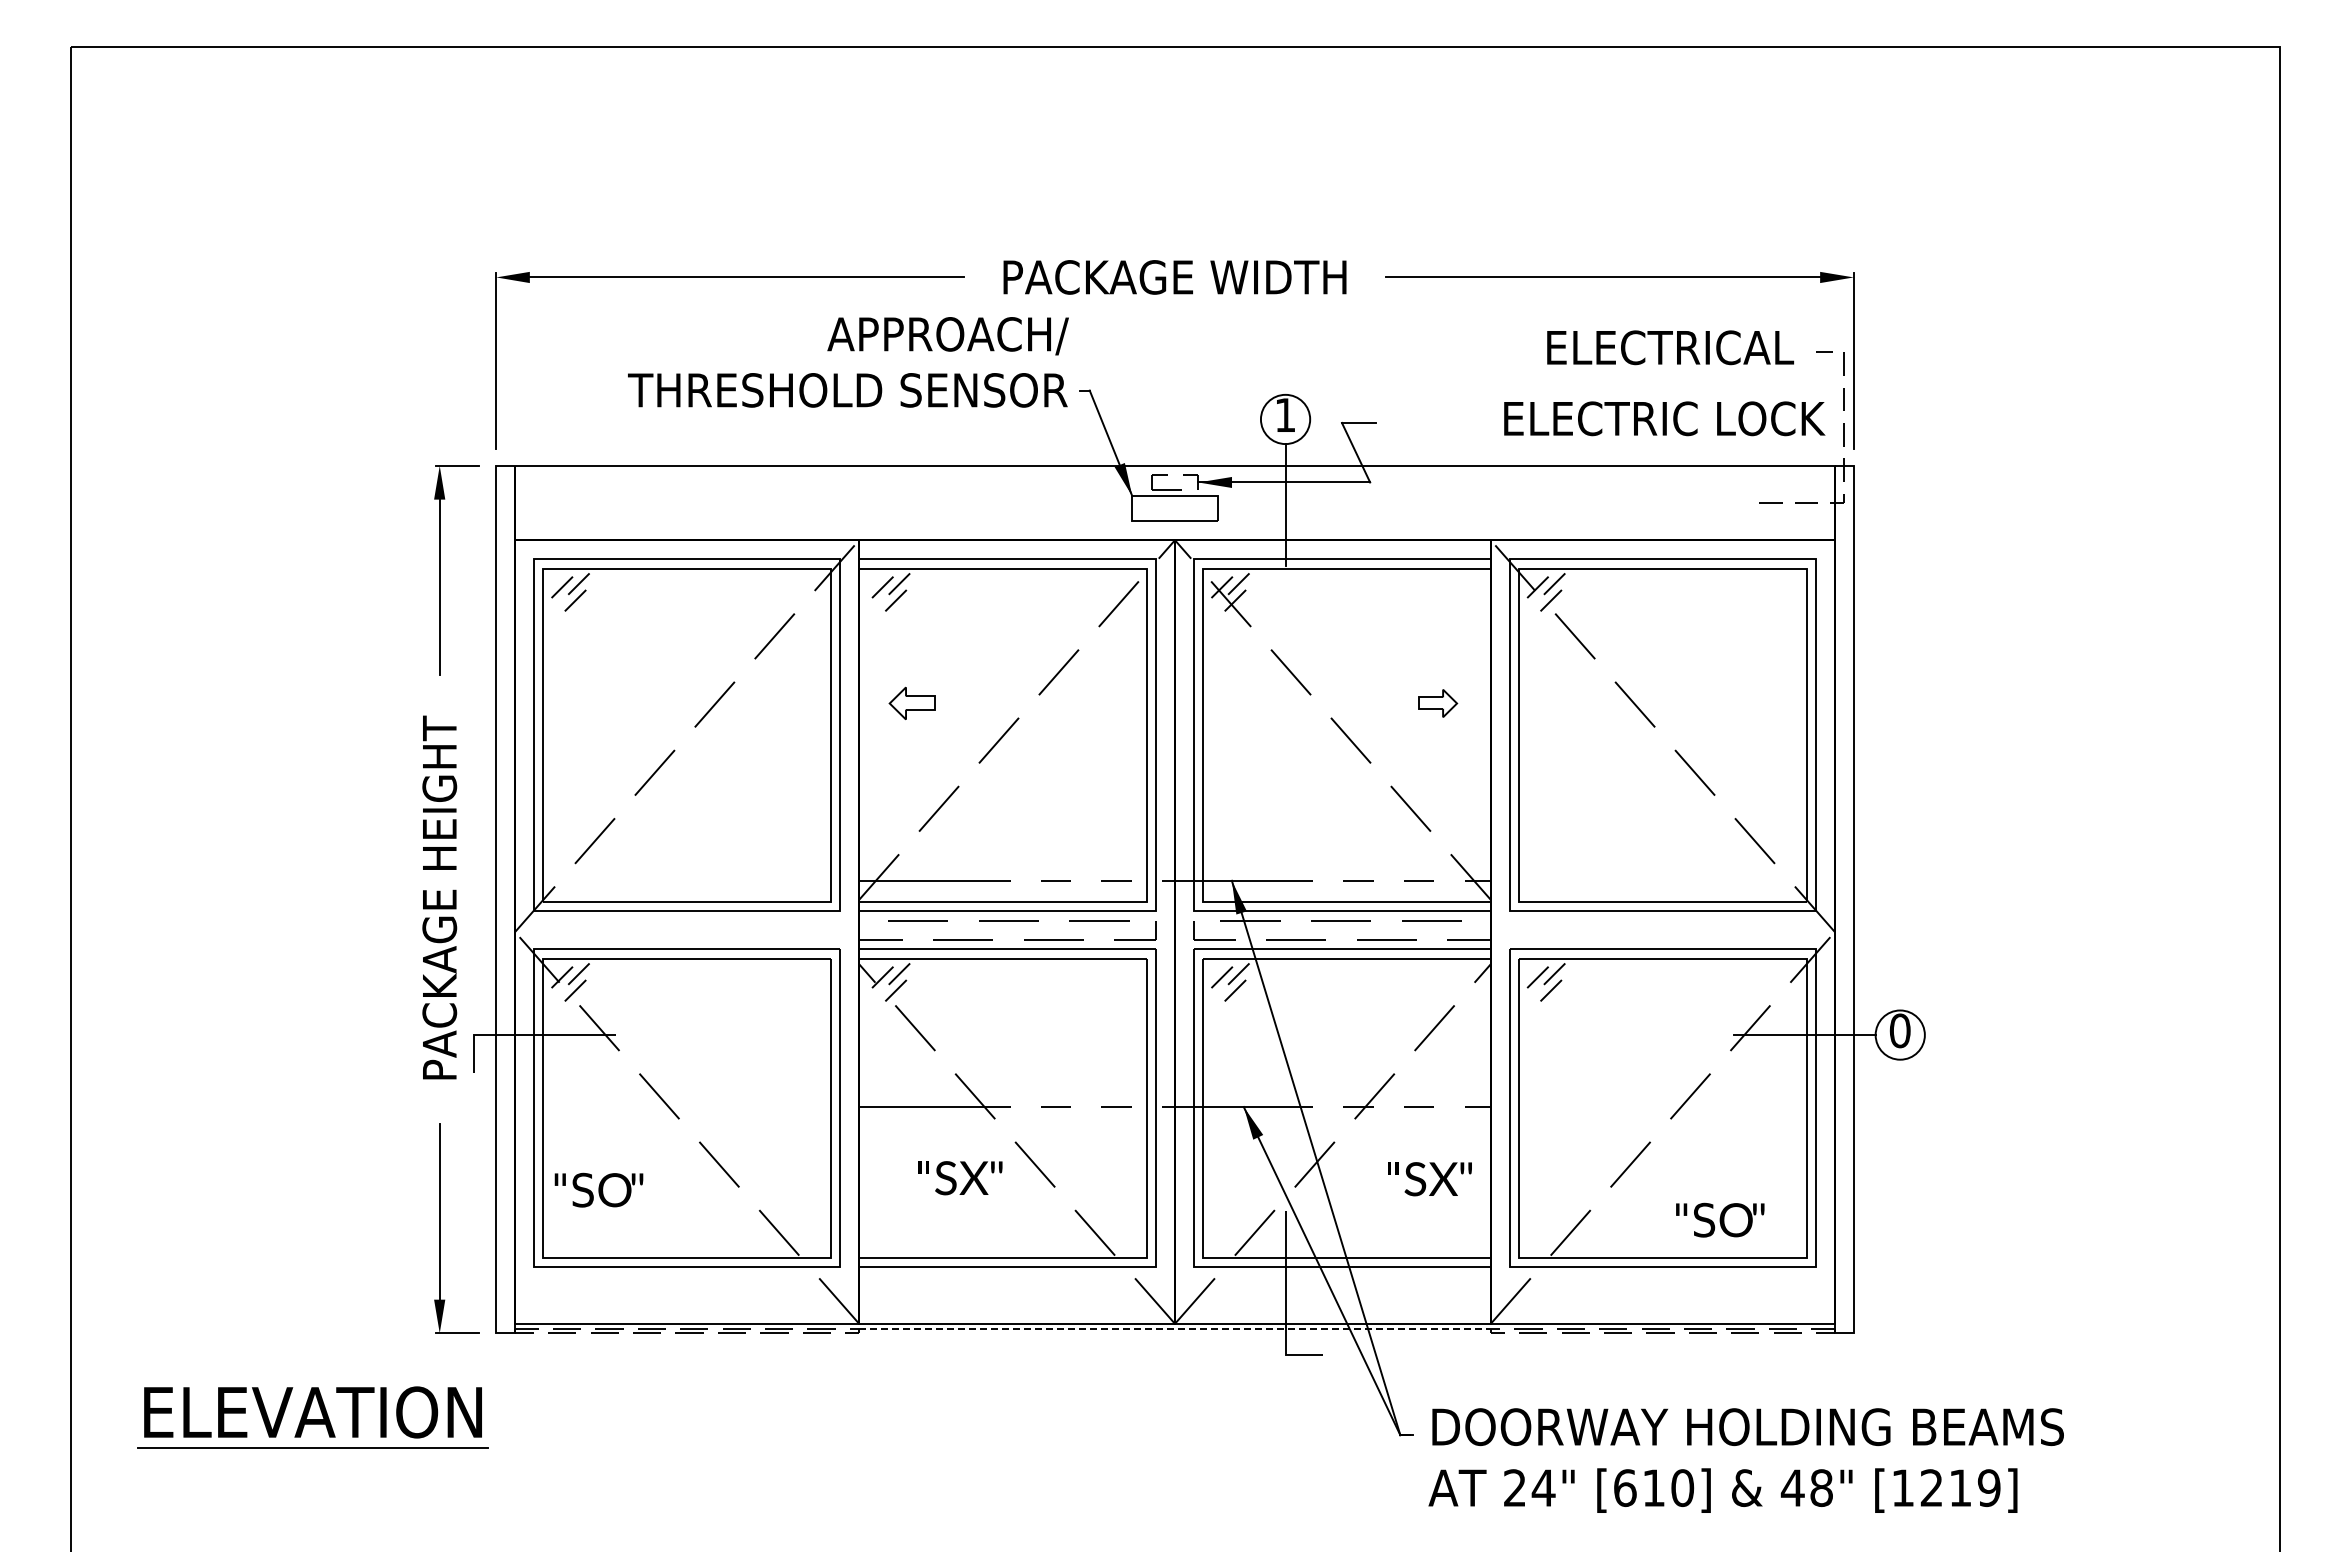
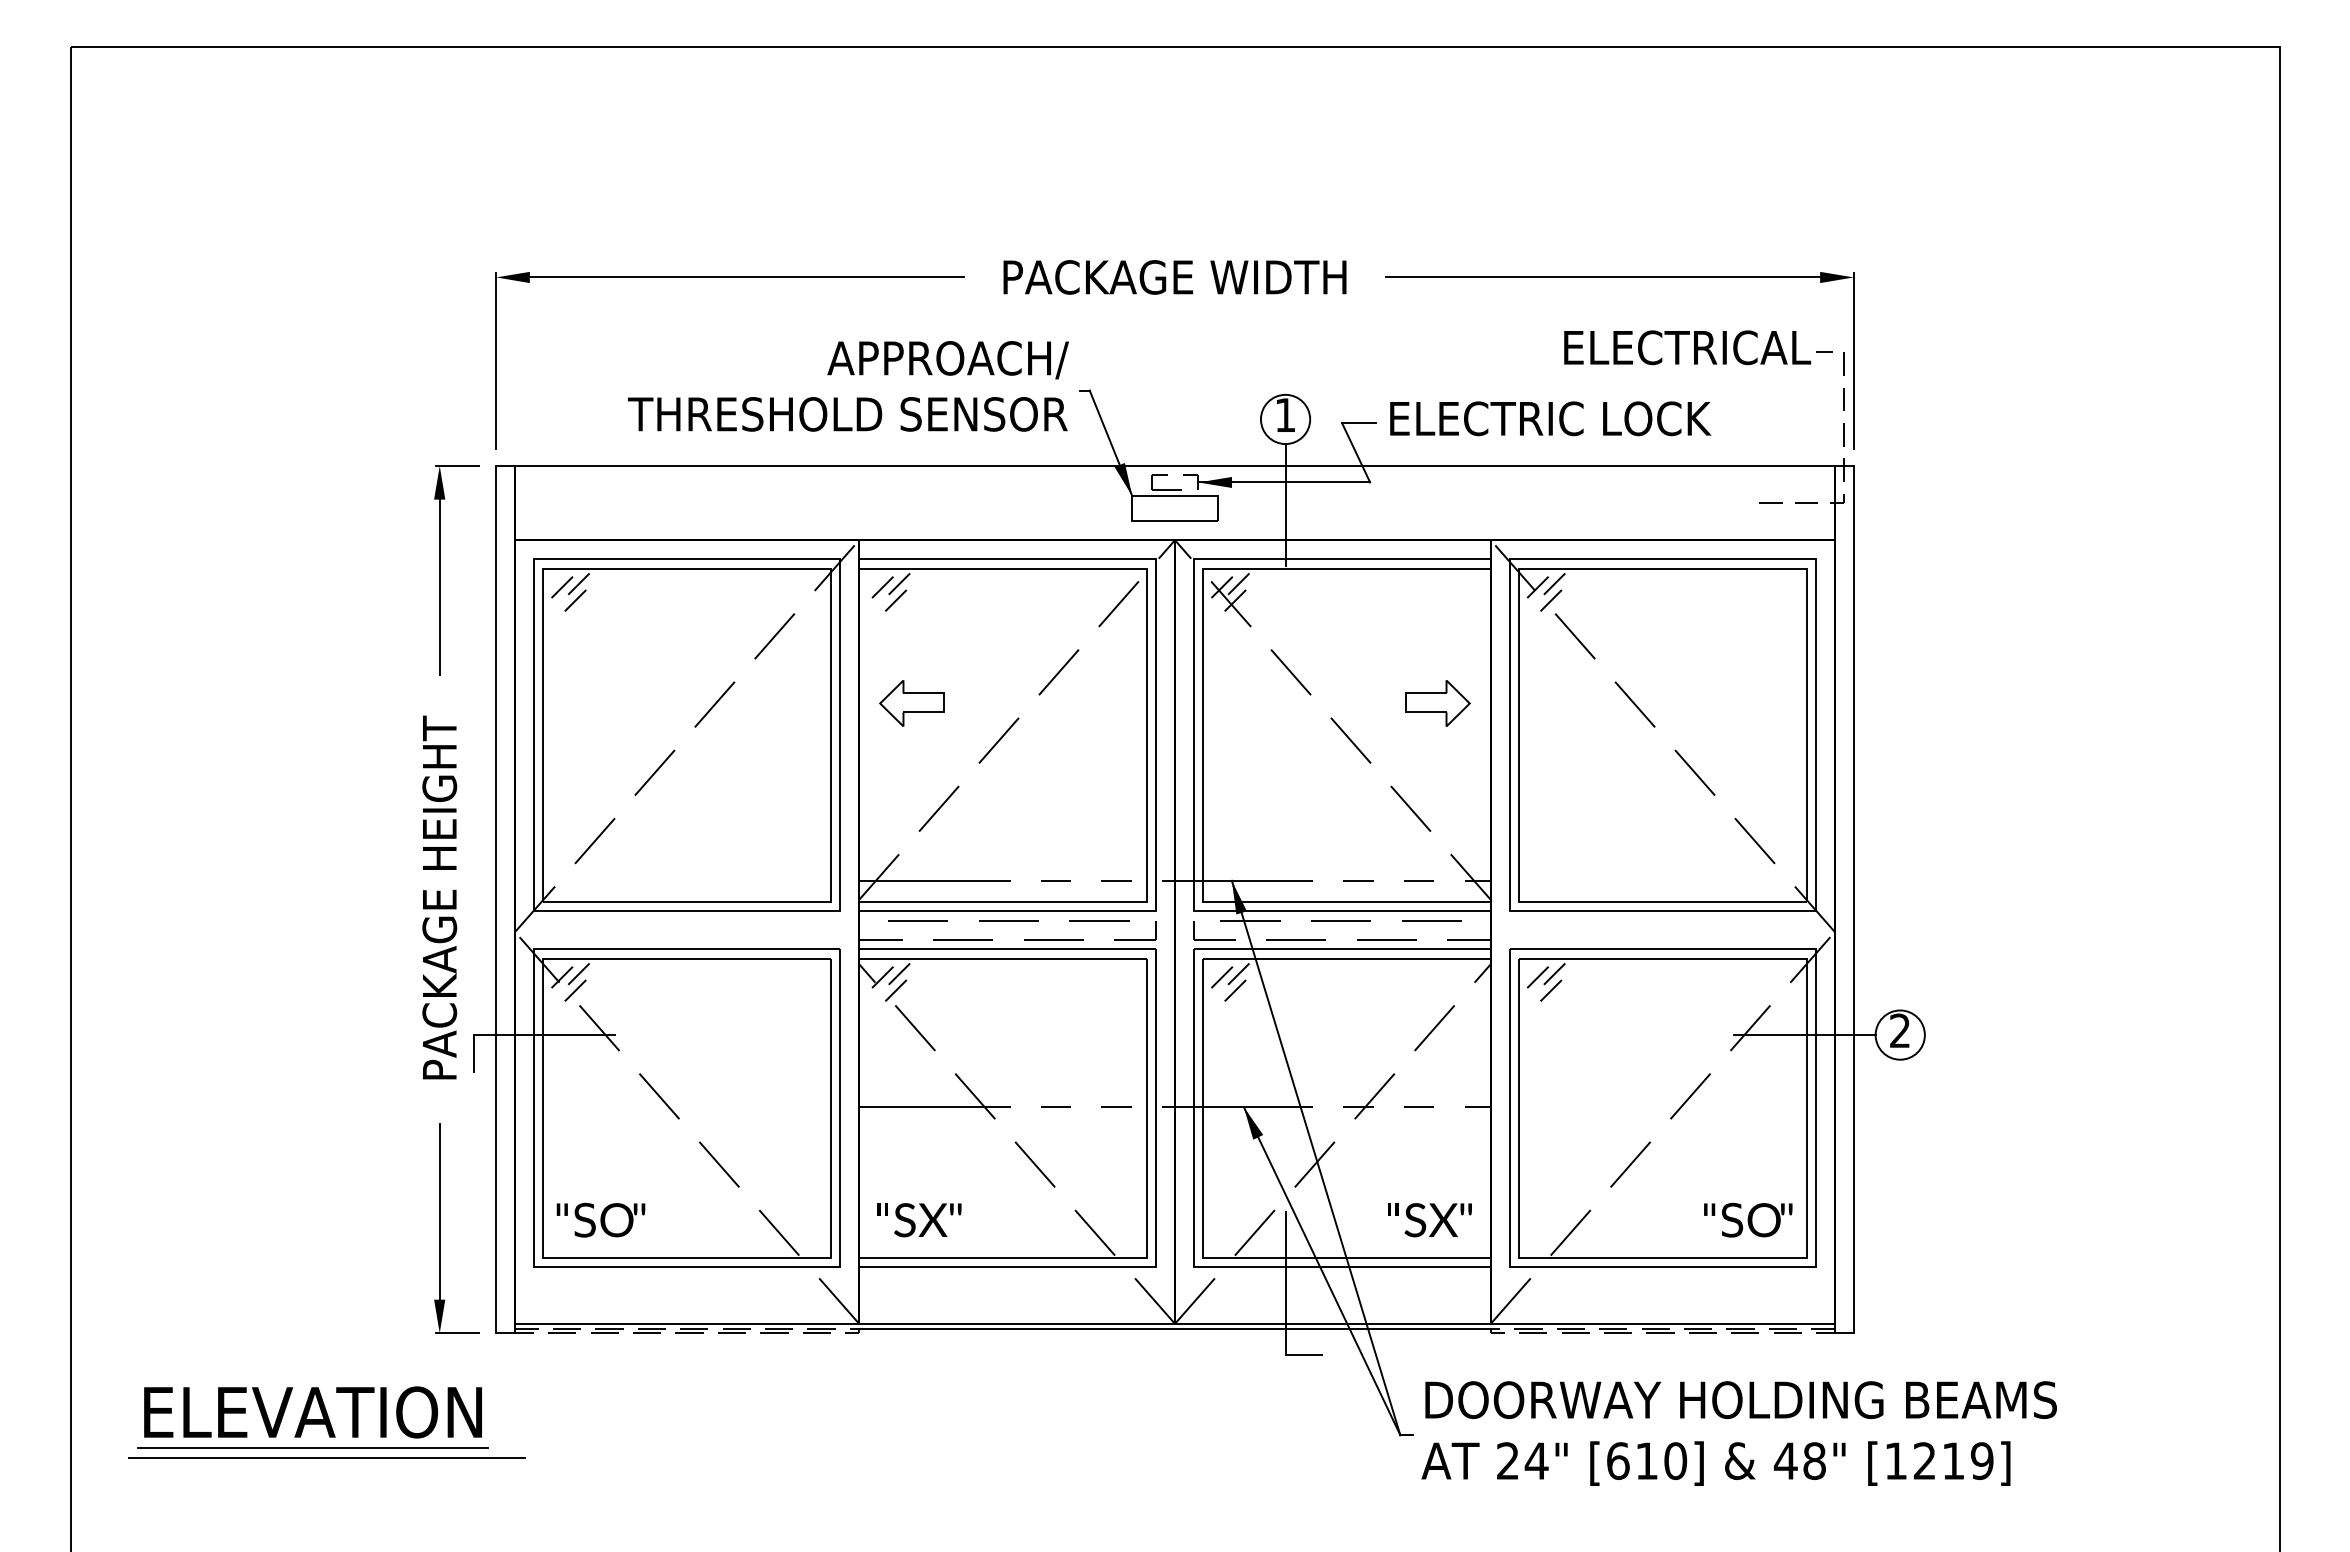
text at (1670, 347) position: (1670, 347) -> (1687, 347)
text at (848, 362) position: (848, 362) -> (848, 386)
text at (1664, 418) position: (1664, 418) -> (1550, 418)
part at (911, 702) size: 48x34 px -> 66x47 px
part at (1438, 703) size: 41x29 px -> 66x47 px
text at (1899, 1030): 0 -> 2
text at (960, 1178) position: (960, 1178) -> (919, 1220)
text at (1429, 1179) position: (1429, 1179) -> (1429, 1220)
text at (598, 1189) position: (598, 1189) -> (600, 1219)
text at (1720, 1219) position: (1720, 1219) -> (1748, 1219)
line at (1175, 1328): dashed -> solid
line at (326, 1457): none -> present
text at (1745, 1460) position: (1745, 1460) -> (1738, 1433)
